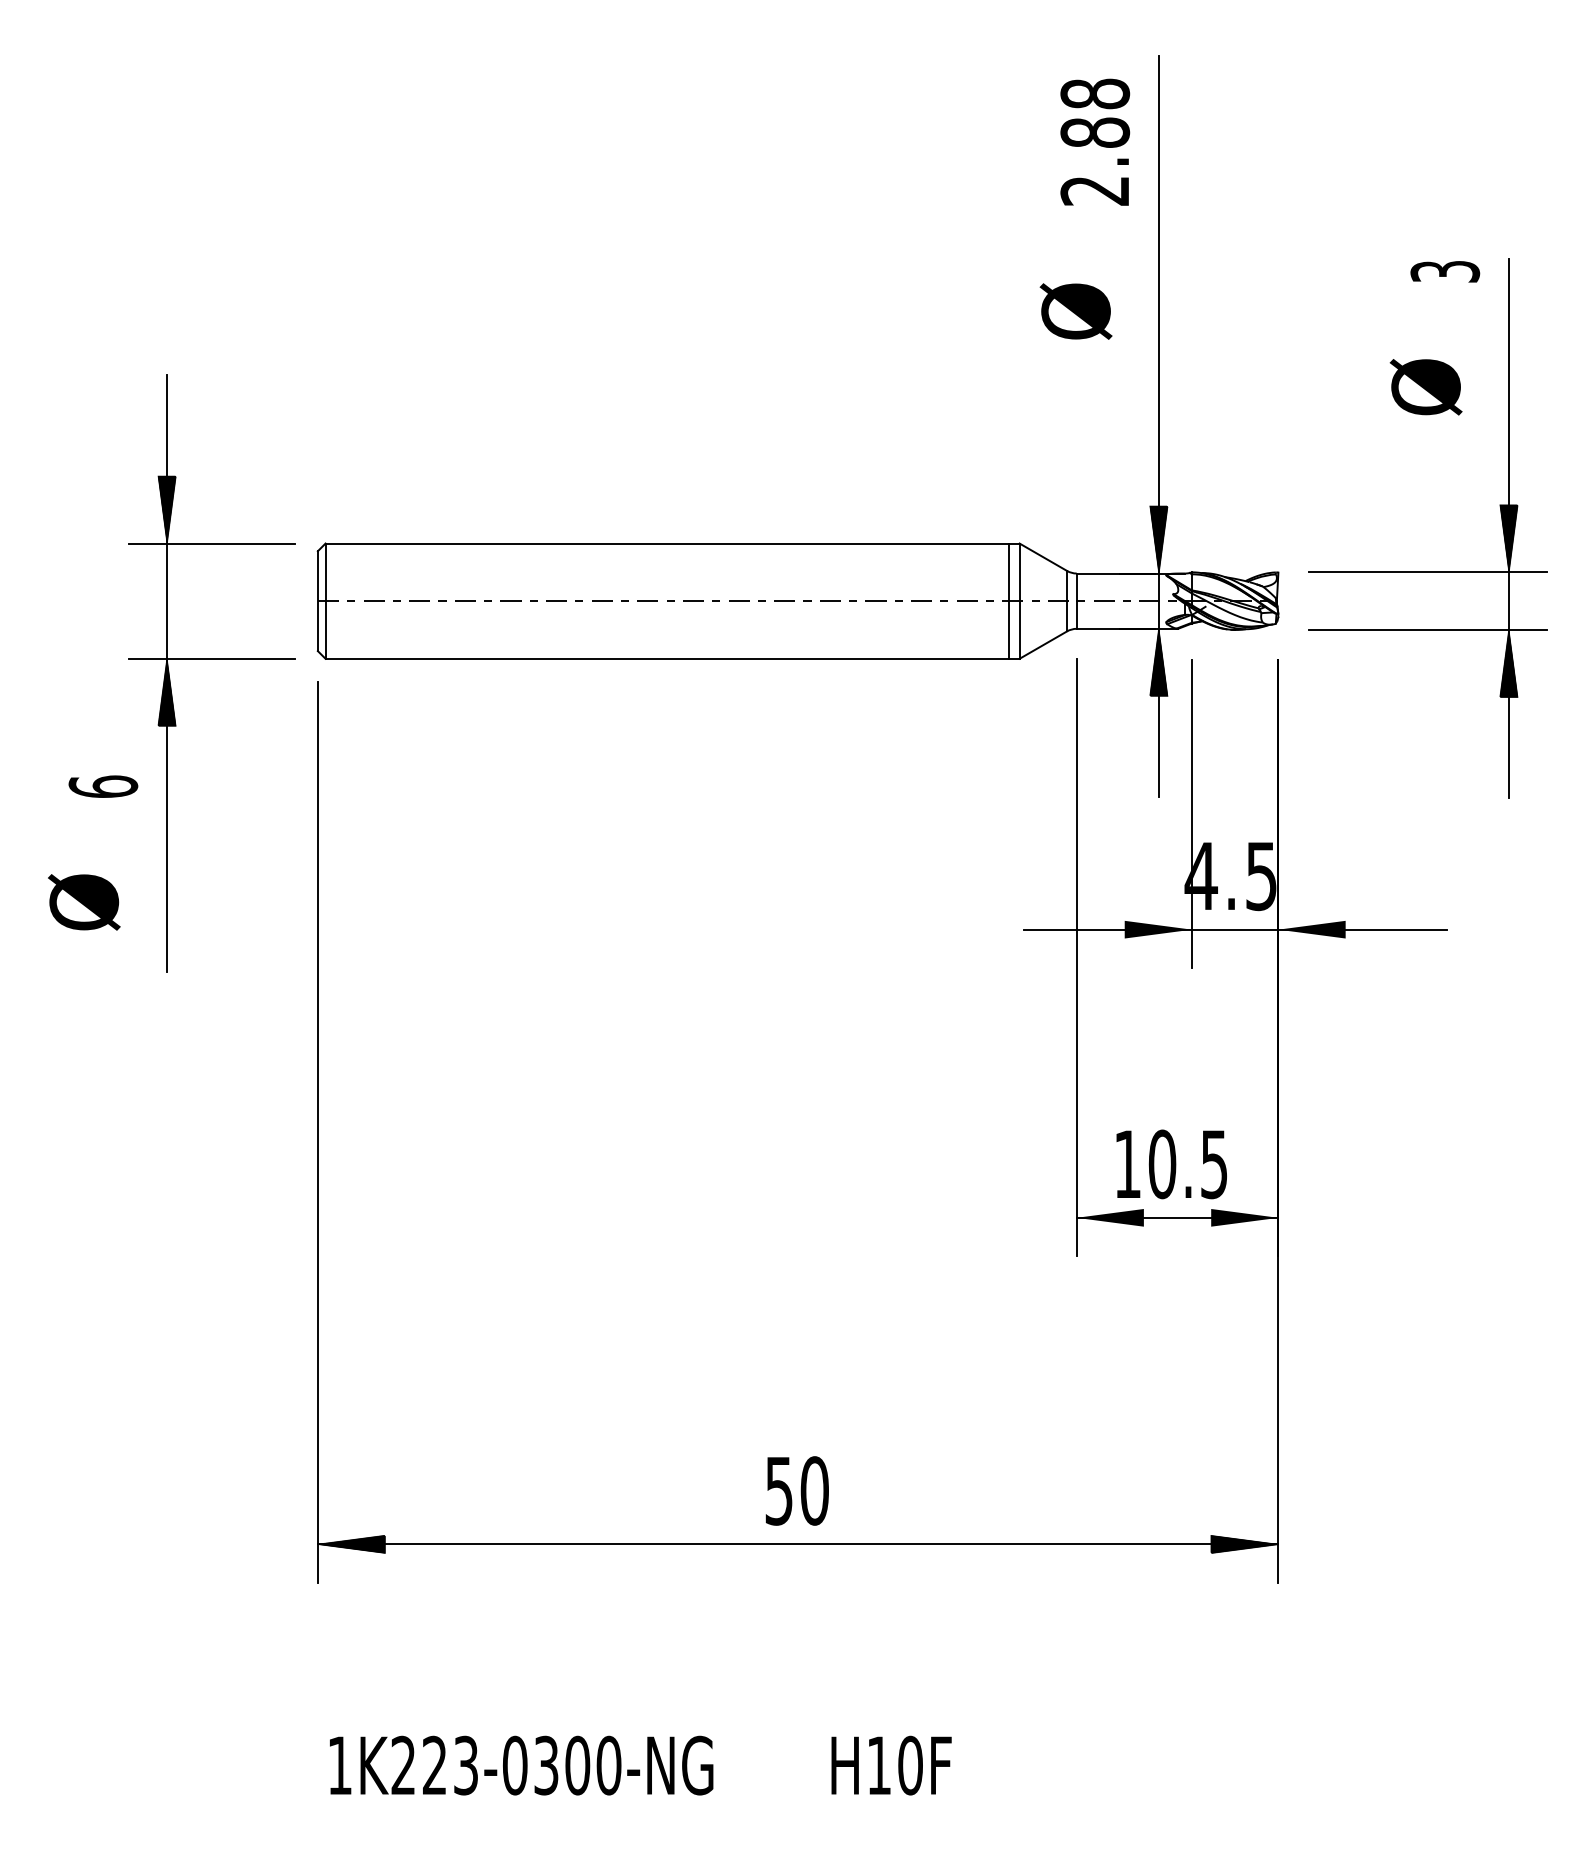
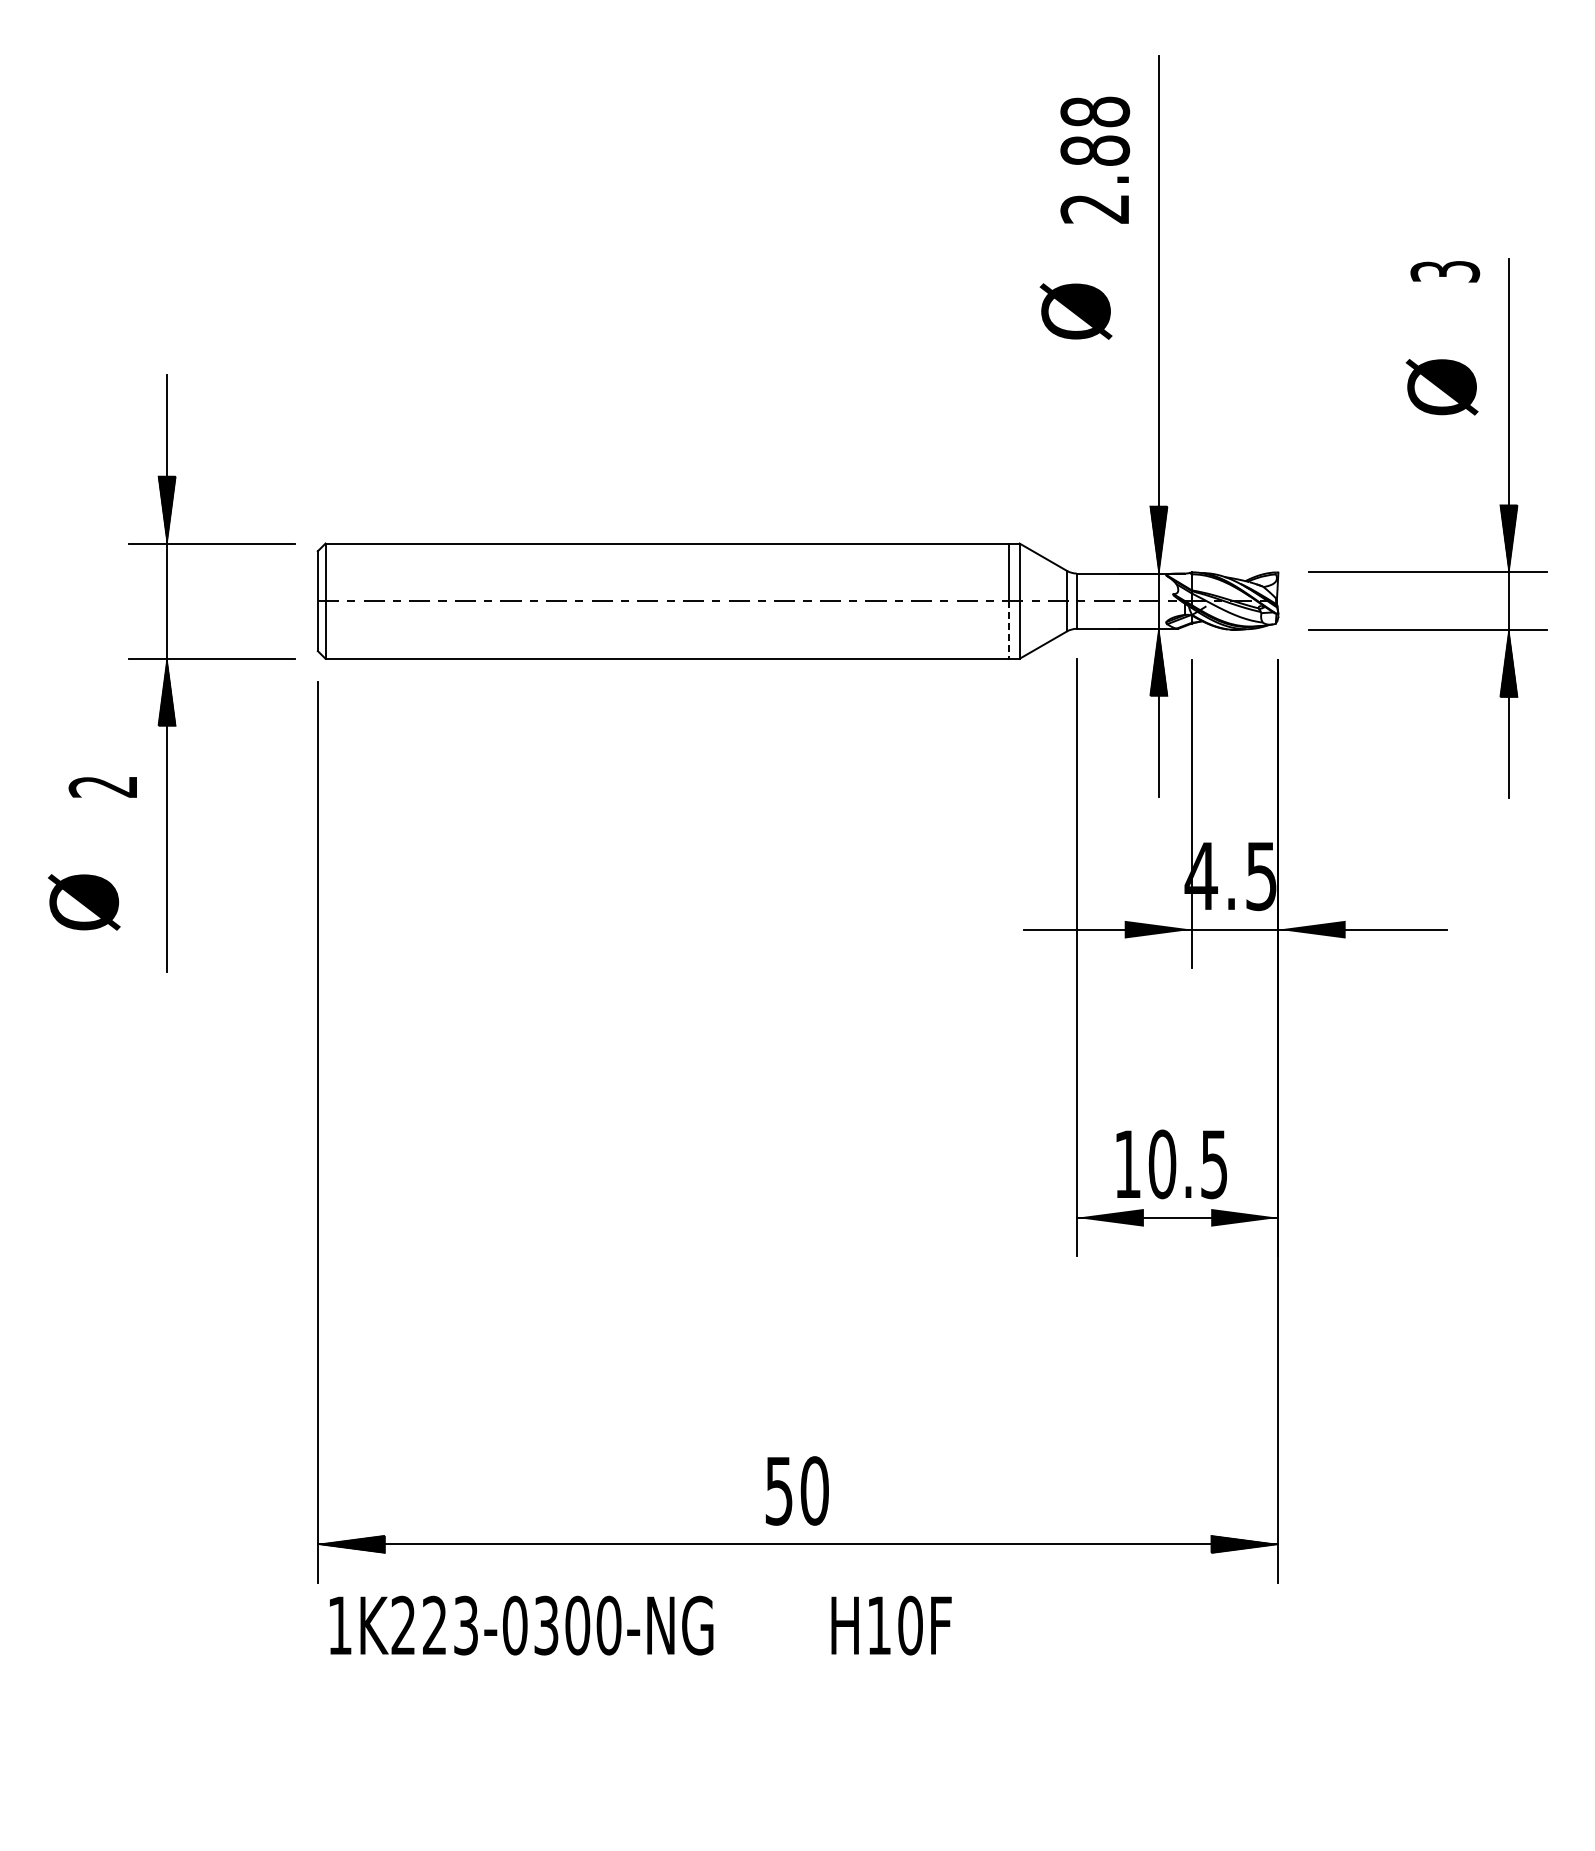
text at (1095, 141) position: (1095, 141) -> (1095, 159)
text at (1425, 387) position: (1425, 387) -> (1441, 387)
line at (1009, 630): solid -> dashed
text at (103, 786): 6 -> 2
text at (640, 1765) position: (640, 1765) -> (640, 1625)
